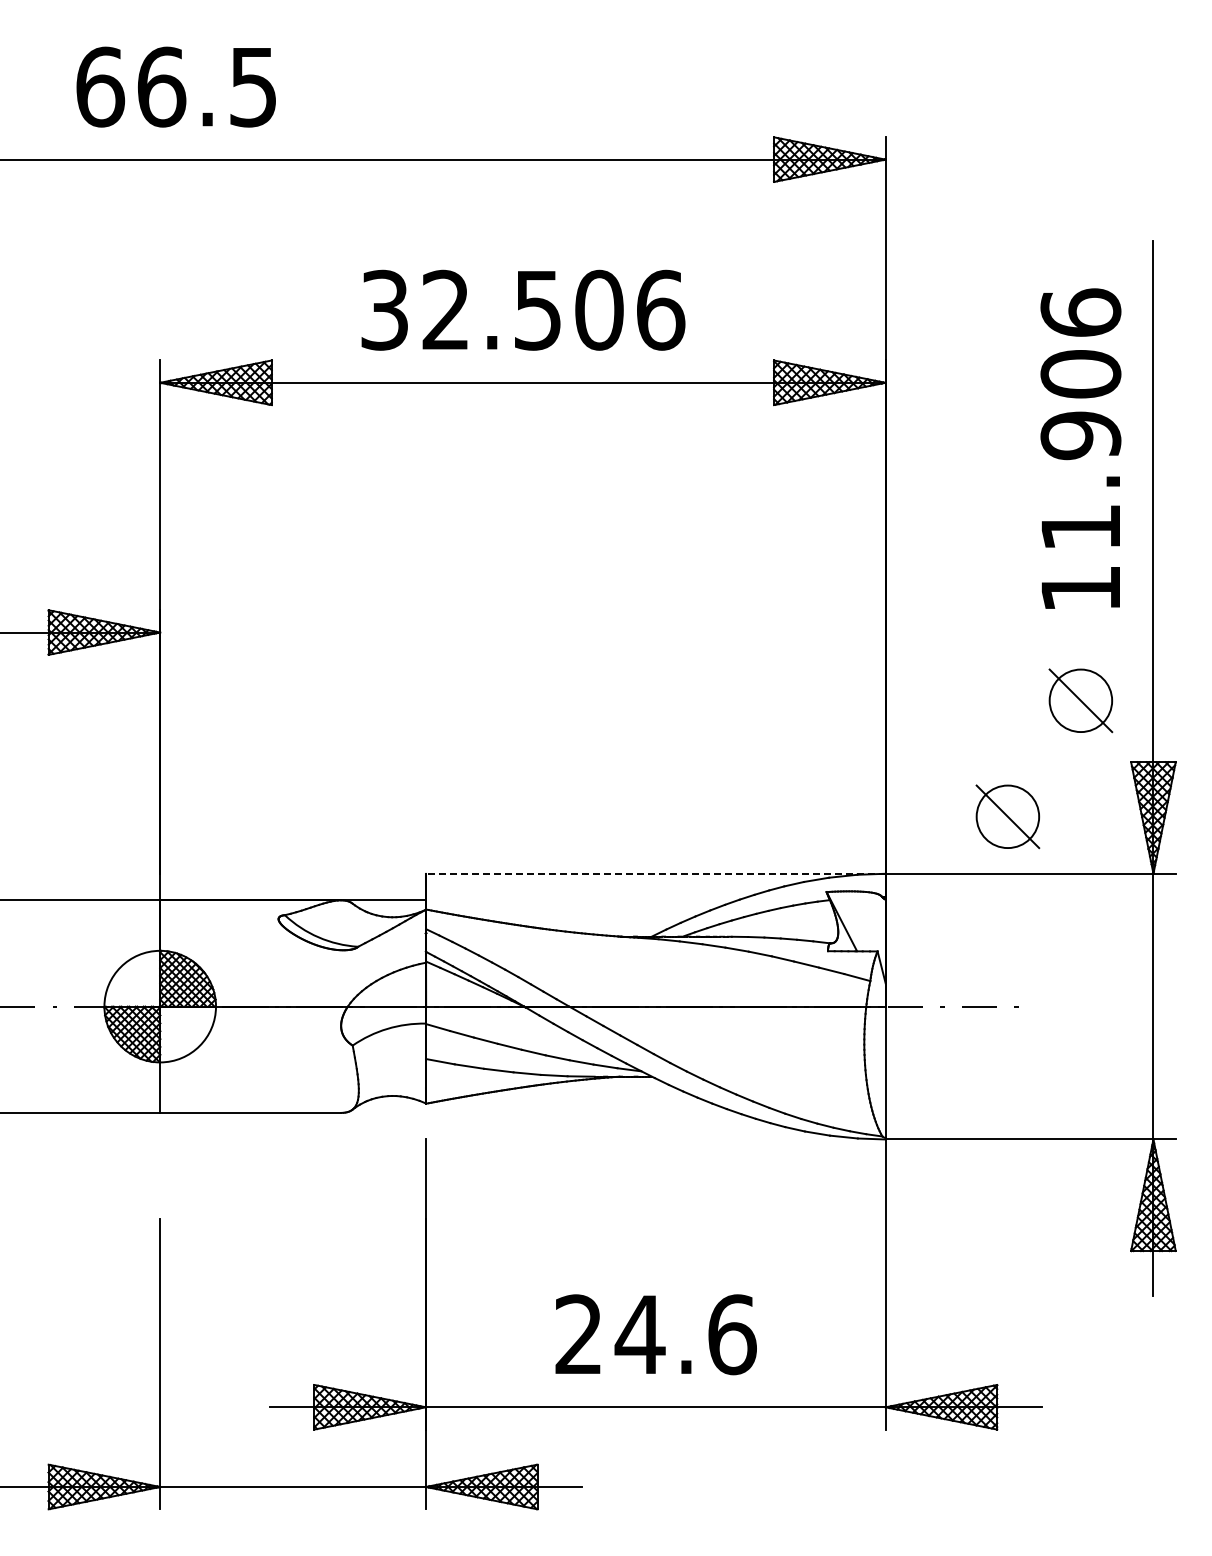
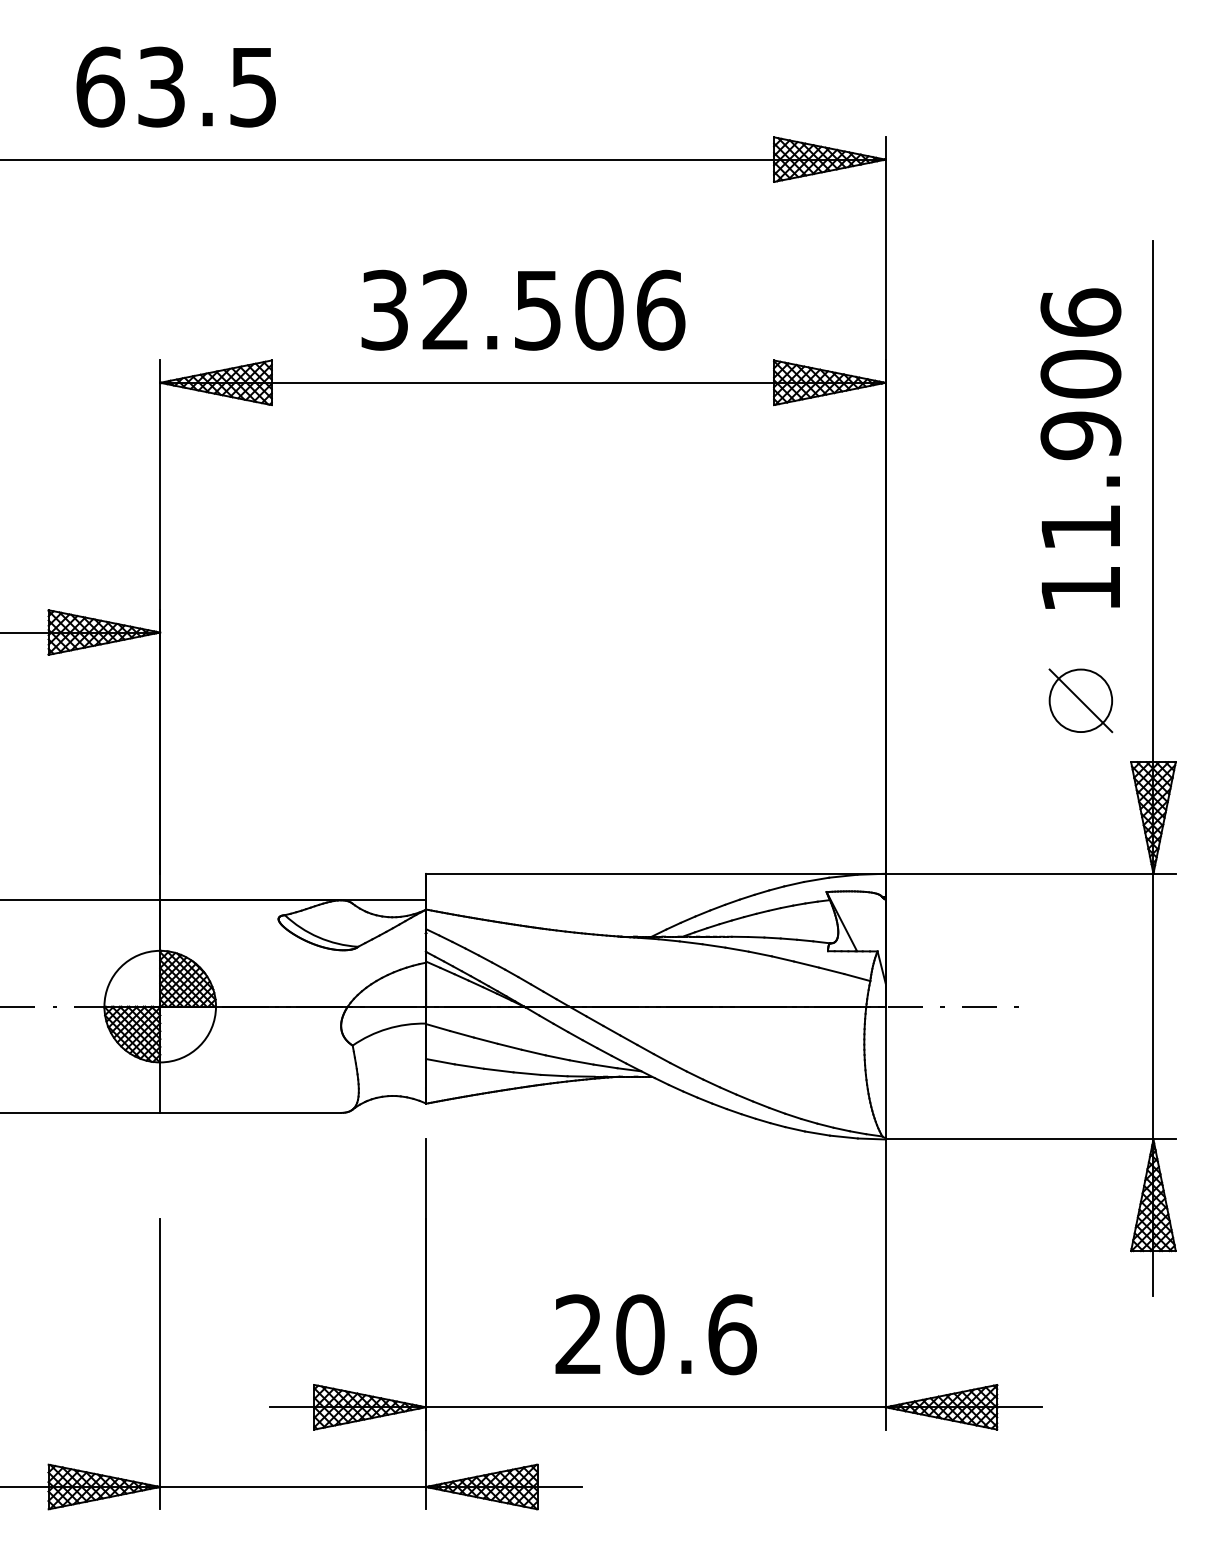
text at (161, 86): 66.5 -> 63.5
part at (1007, 816): present -> none
line at (655, 873): dashed -> solid
text at (639, 1334): 24.6 -> 20.6
